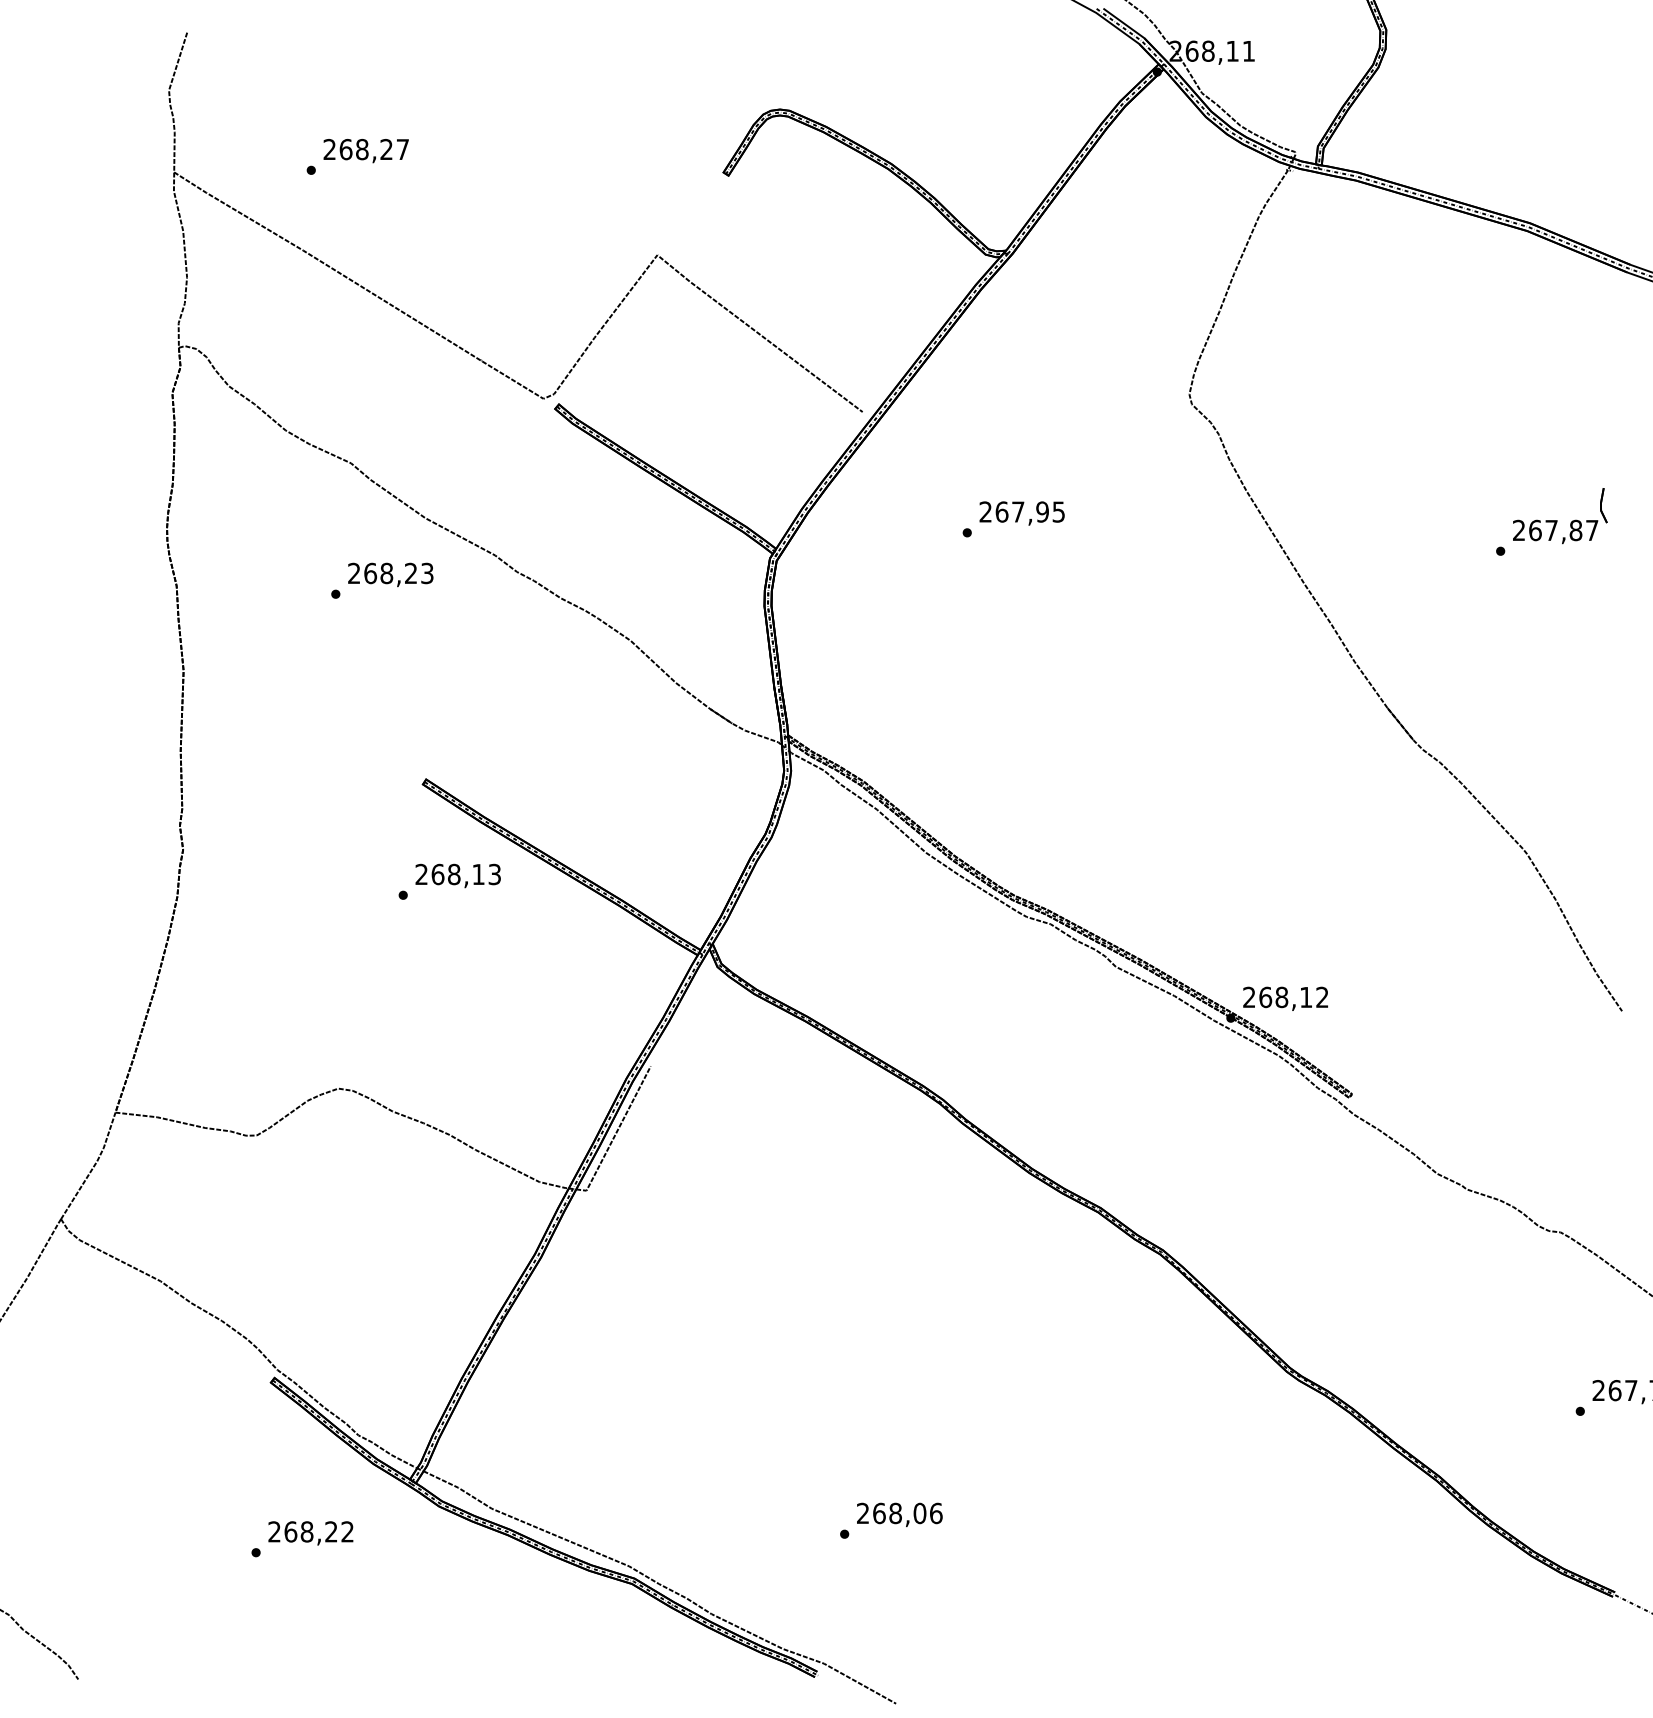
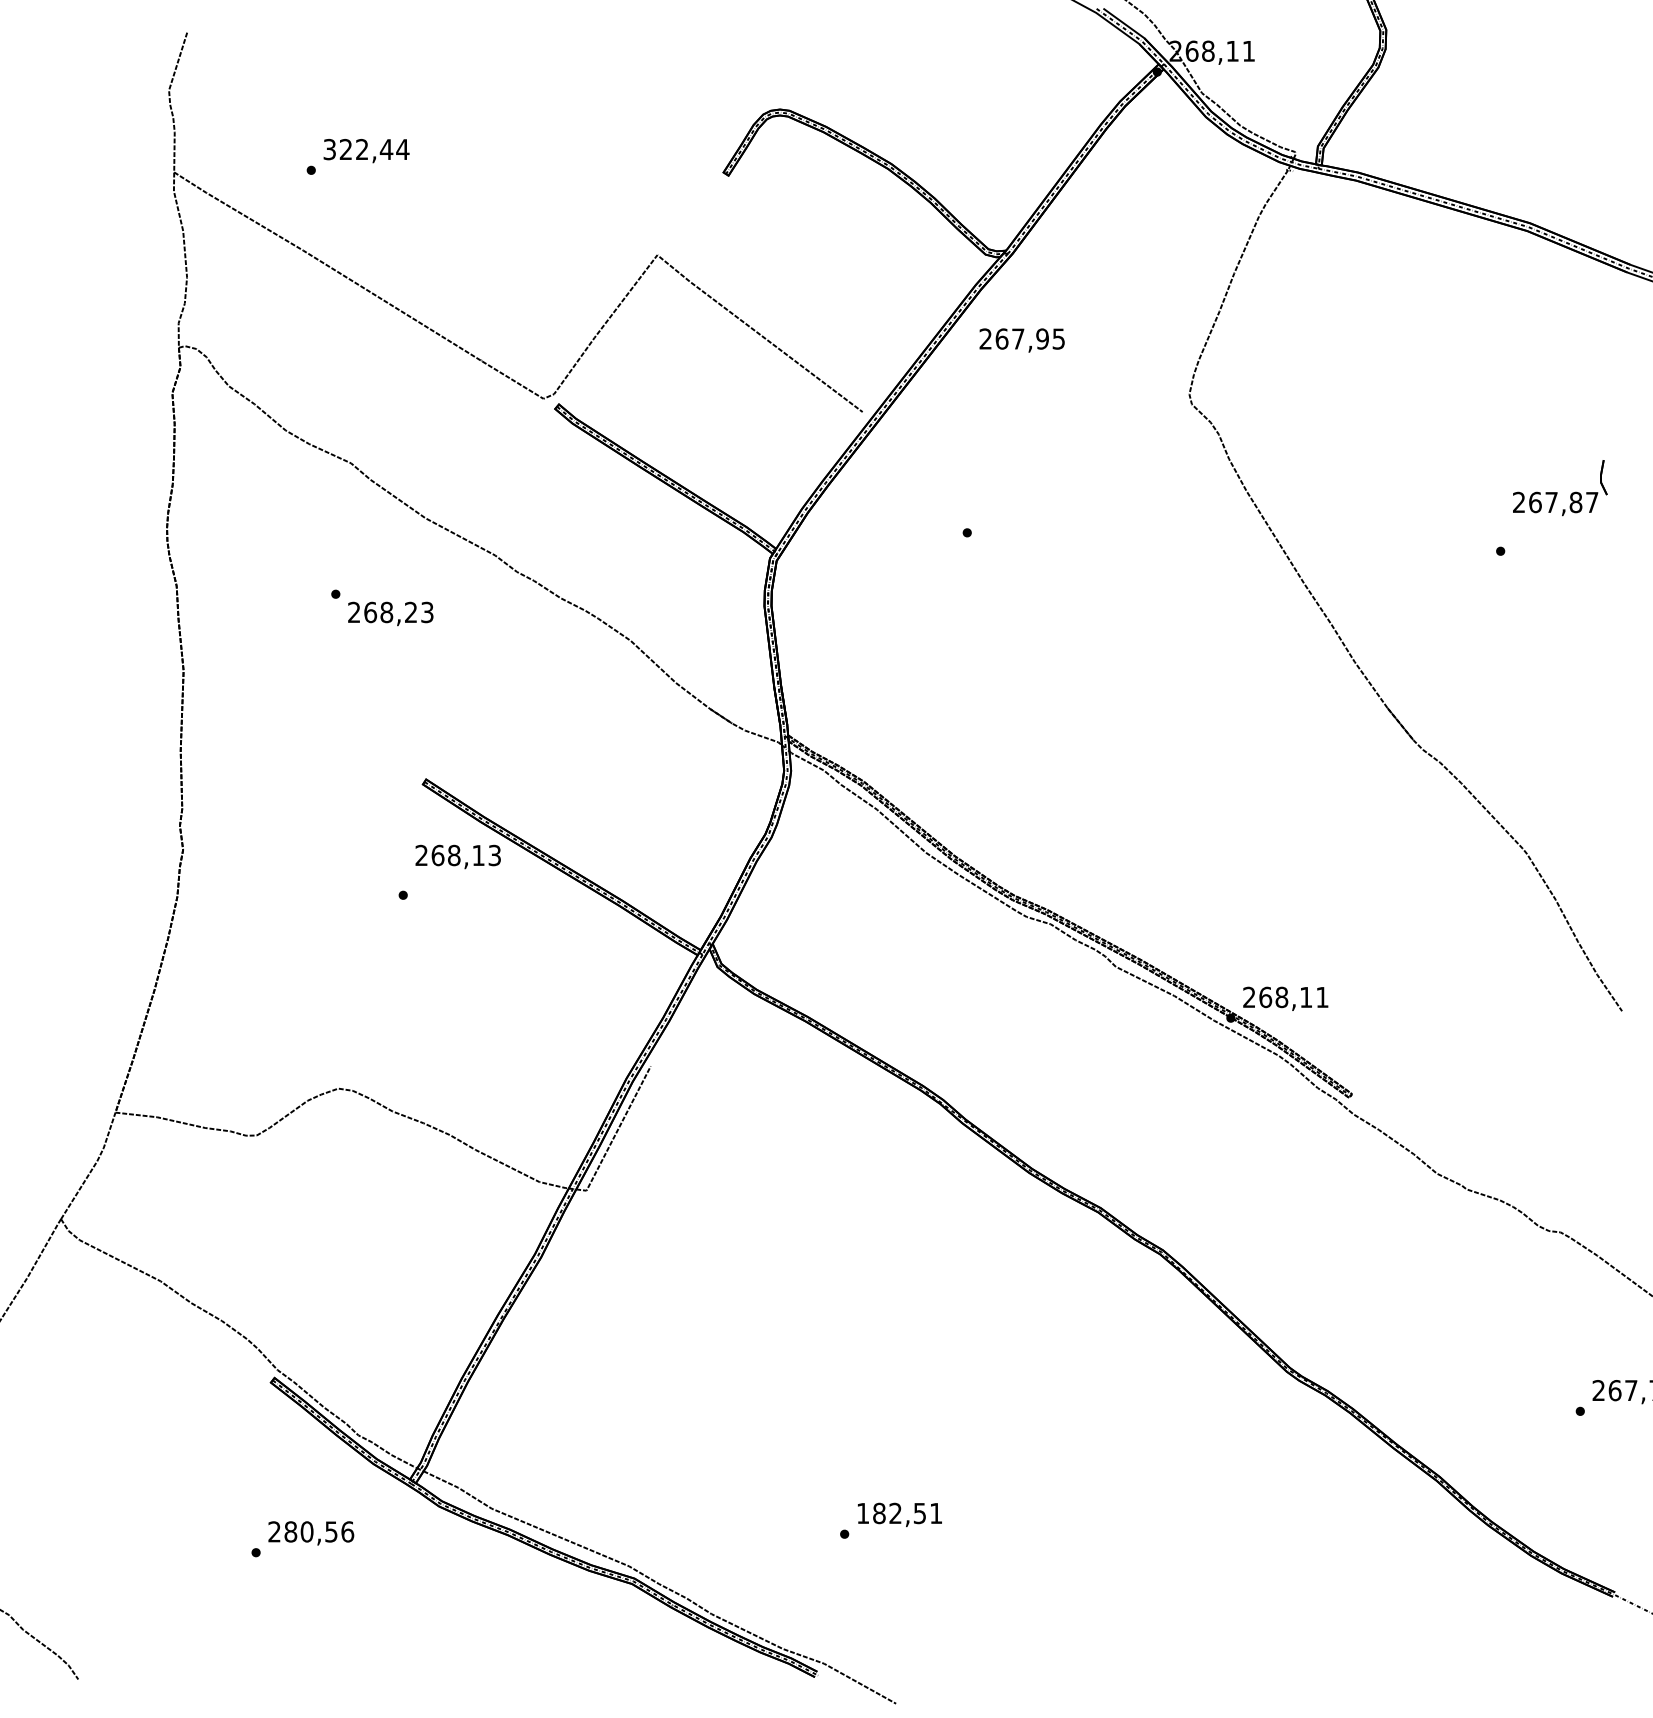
text at (366, 149): 268,27 -> 322,44
text at (1021, 513) position: (1021, 513) -> (1021, 340)
part at (1560, 516) position: (1560, 516) -> (1560, 488)
text at (390, 574) position: (390, 574) -> (390, 613)
text at (457, 875) position: (457, 875) -> (457, 856)
text at (1322, 996): 268,12 -> 268,11
text at (899, 1513): 268,06 -> 182,51
text at (319, 1531): 268,22 -> 280,56
